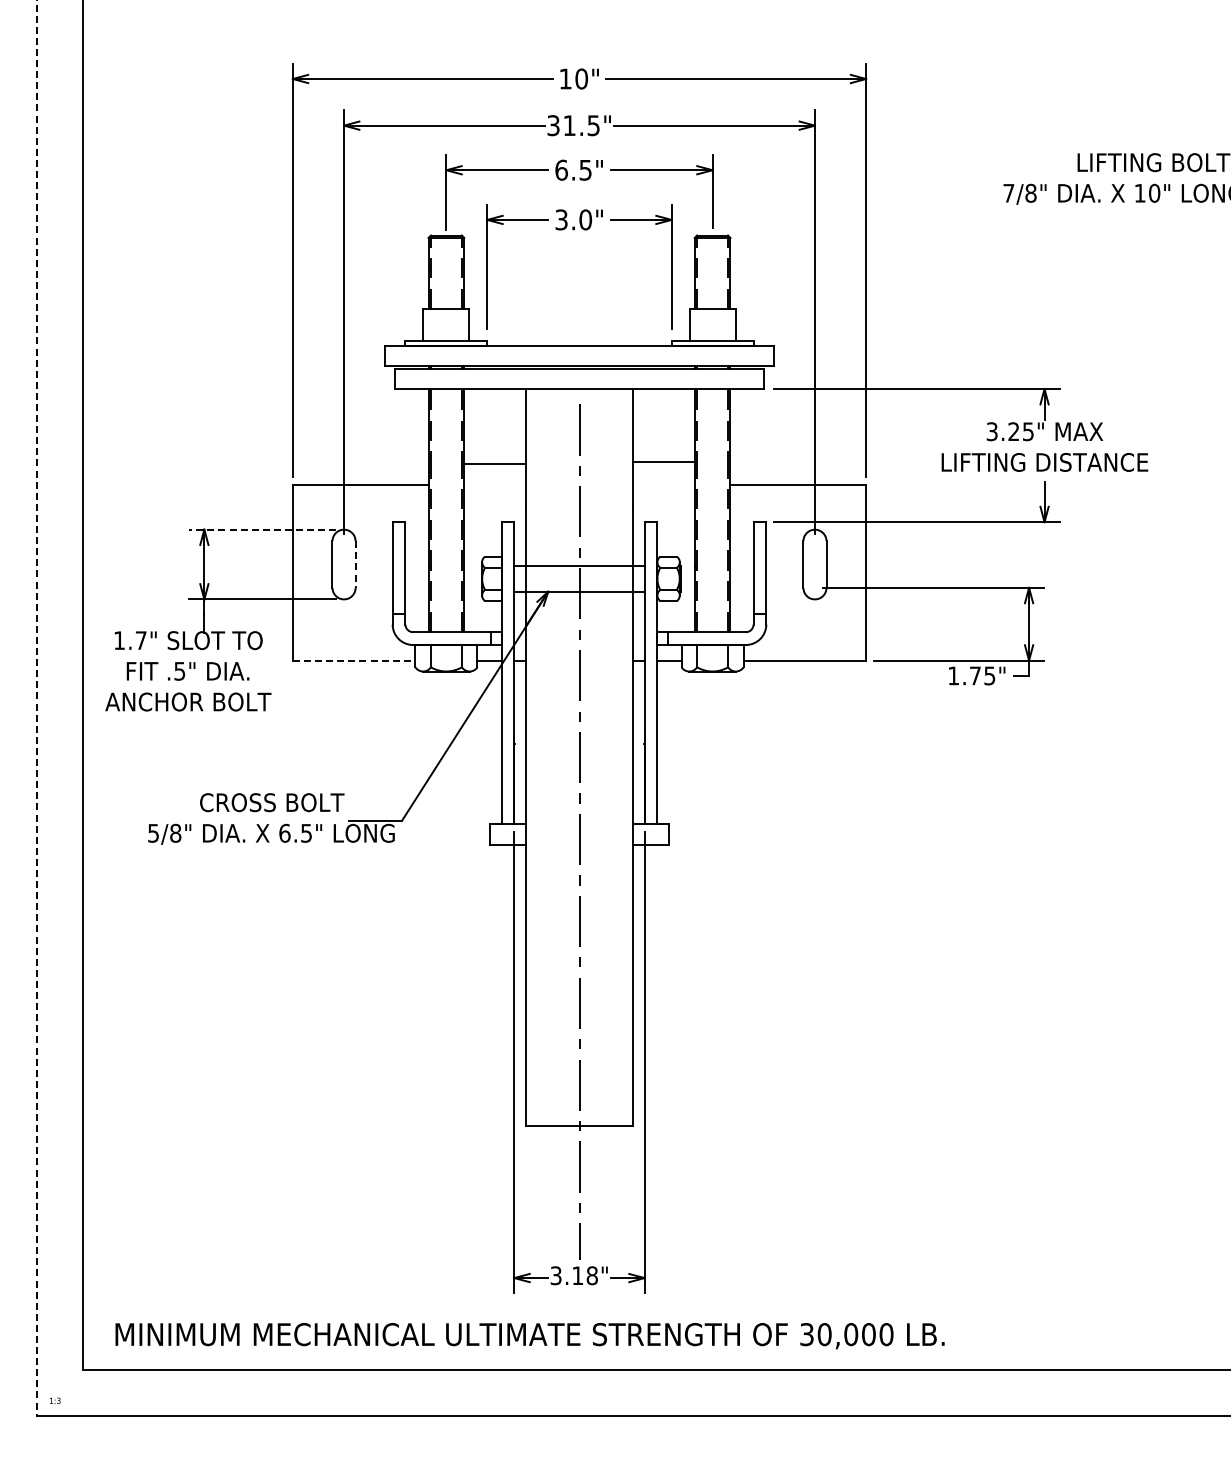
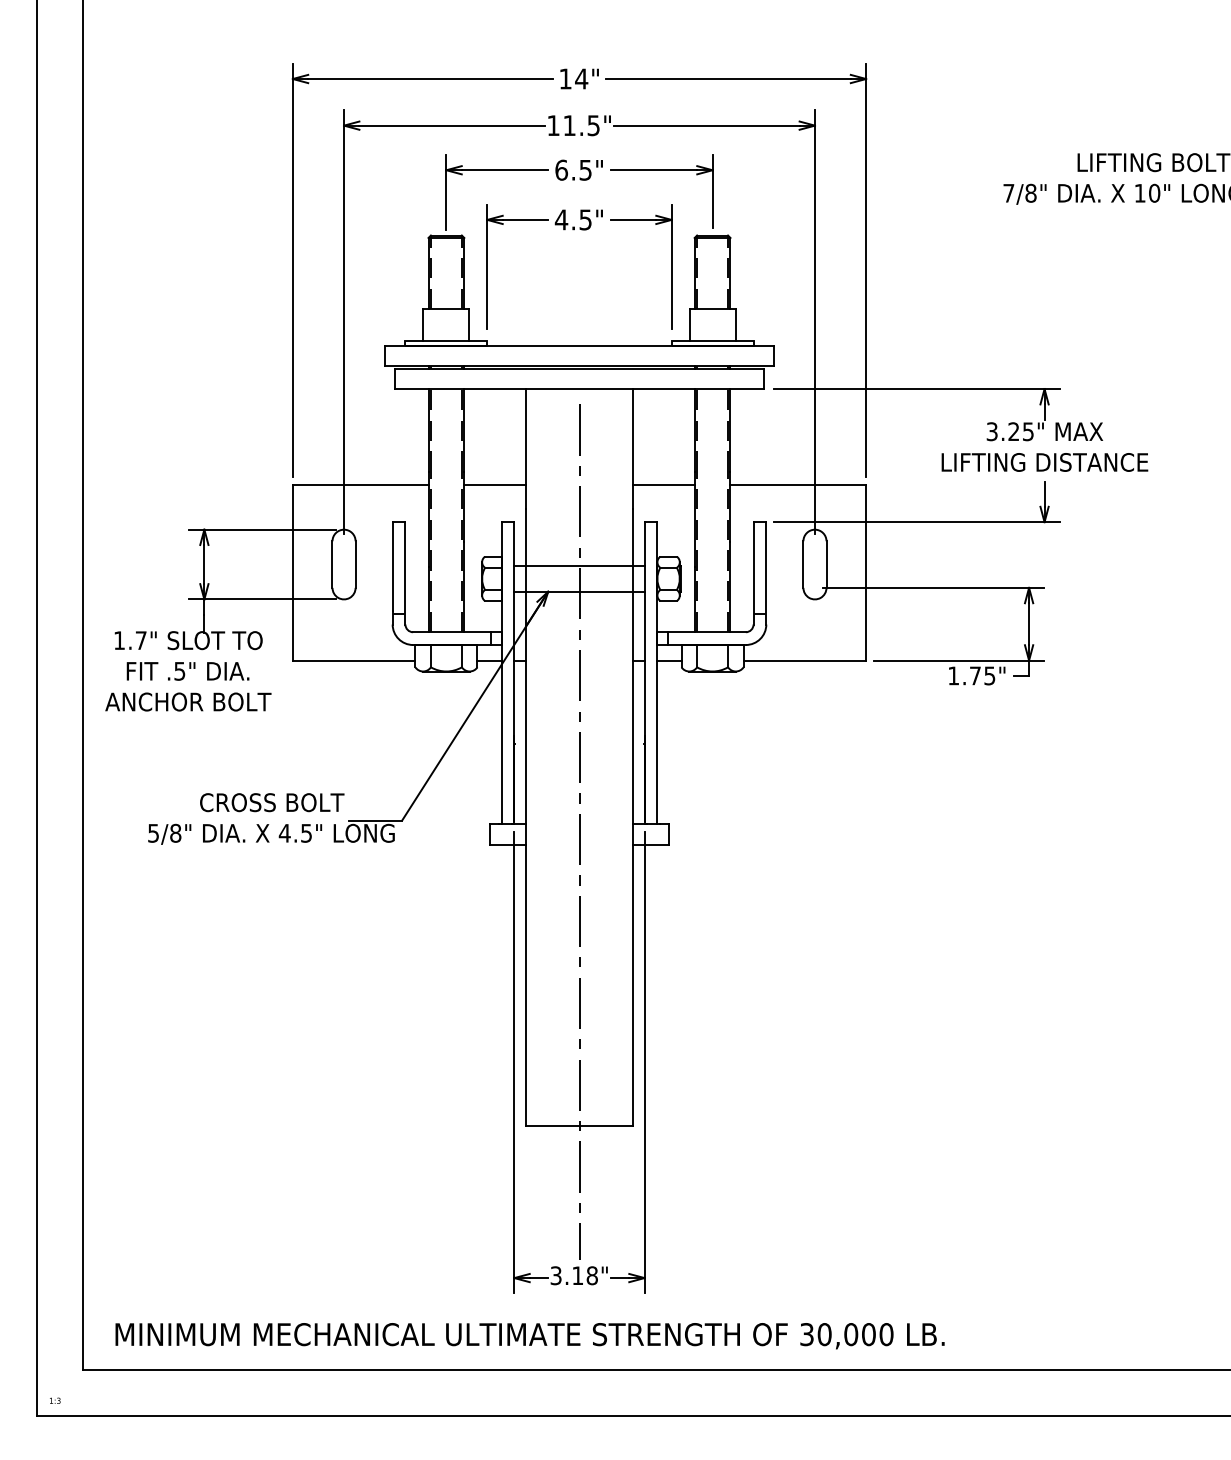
text at (581, 78): 10" -> 14"
text at (553, 125): 31.5" -> 11.5"
text at (573, 219): 3.0" -> 4.5"
line at (663, 462) position: (663, 462) -> (663, 485)
line at (494, 464) position: (494, 464) -> (494, 485)
line at (262, 529): dashed -> solid
line at (355, 565): dashed -> solid
line at (354, 660): dashed -> solid
line at (36, 708): dashed -> solid
text at (284, 832): 6.5" -> 4.5"
